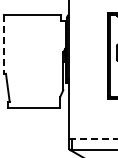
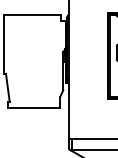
line at (4, 44): dashed -> solid
line at (93, 139): dashed -> solid
